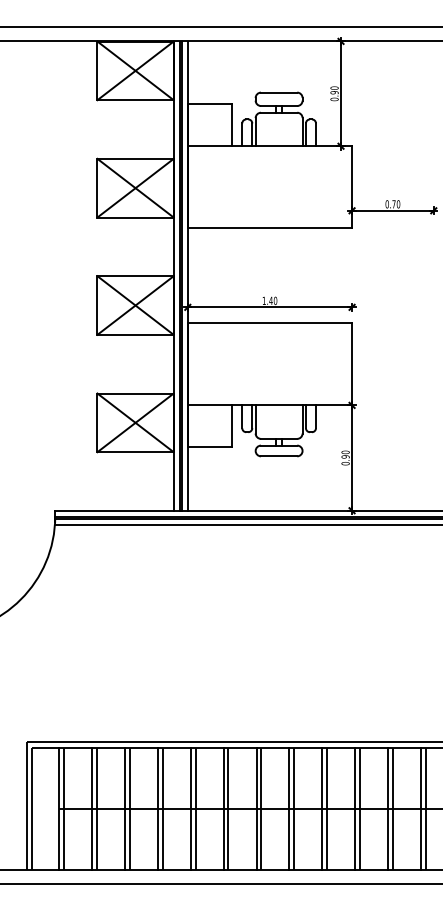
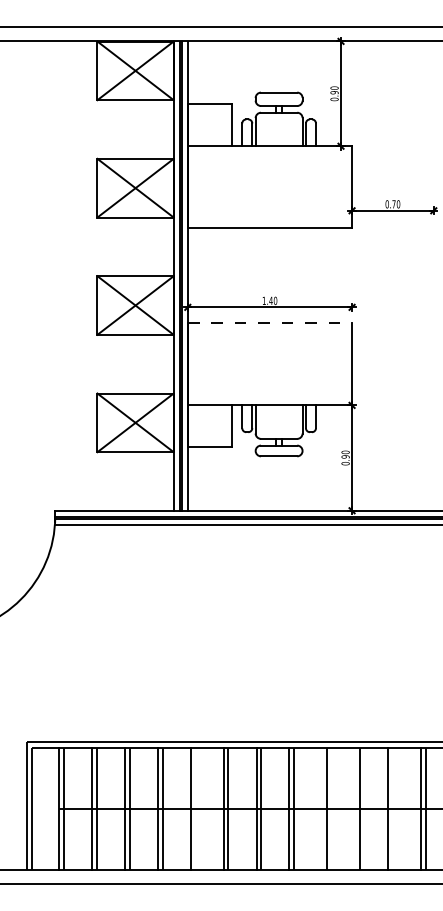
line at (270, 323): solid -> dashed
line at (195, 808): present -> none
line at (322, 808): present -> none
line at (355, 808): present -> none
line at (392, 808): present -> none
